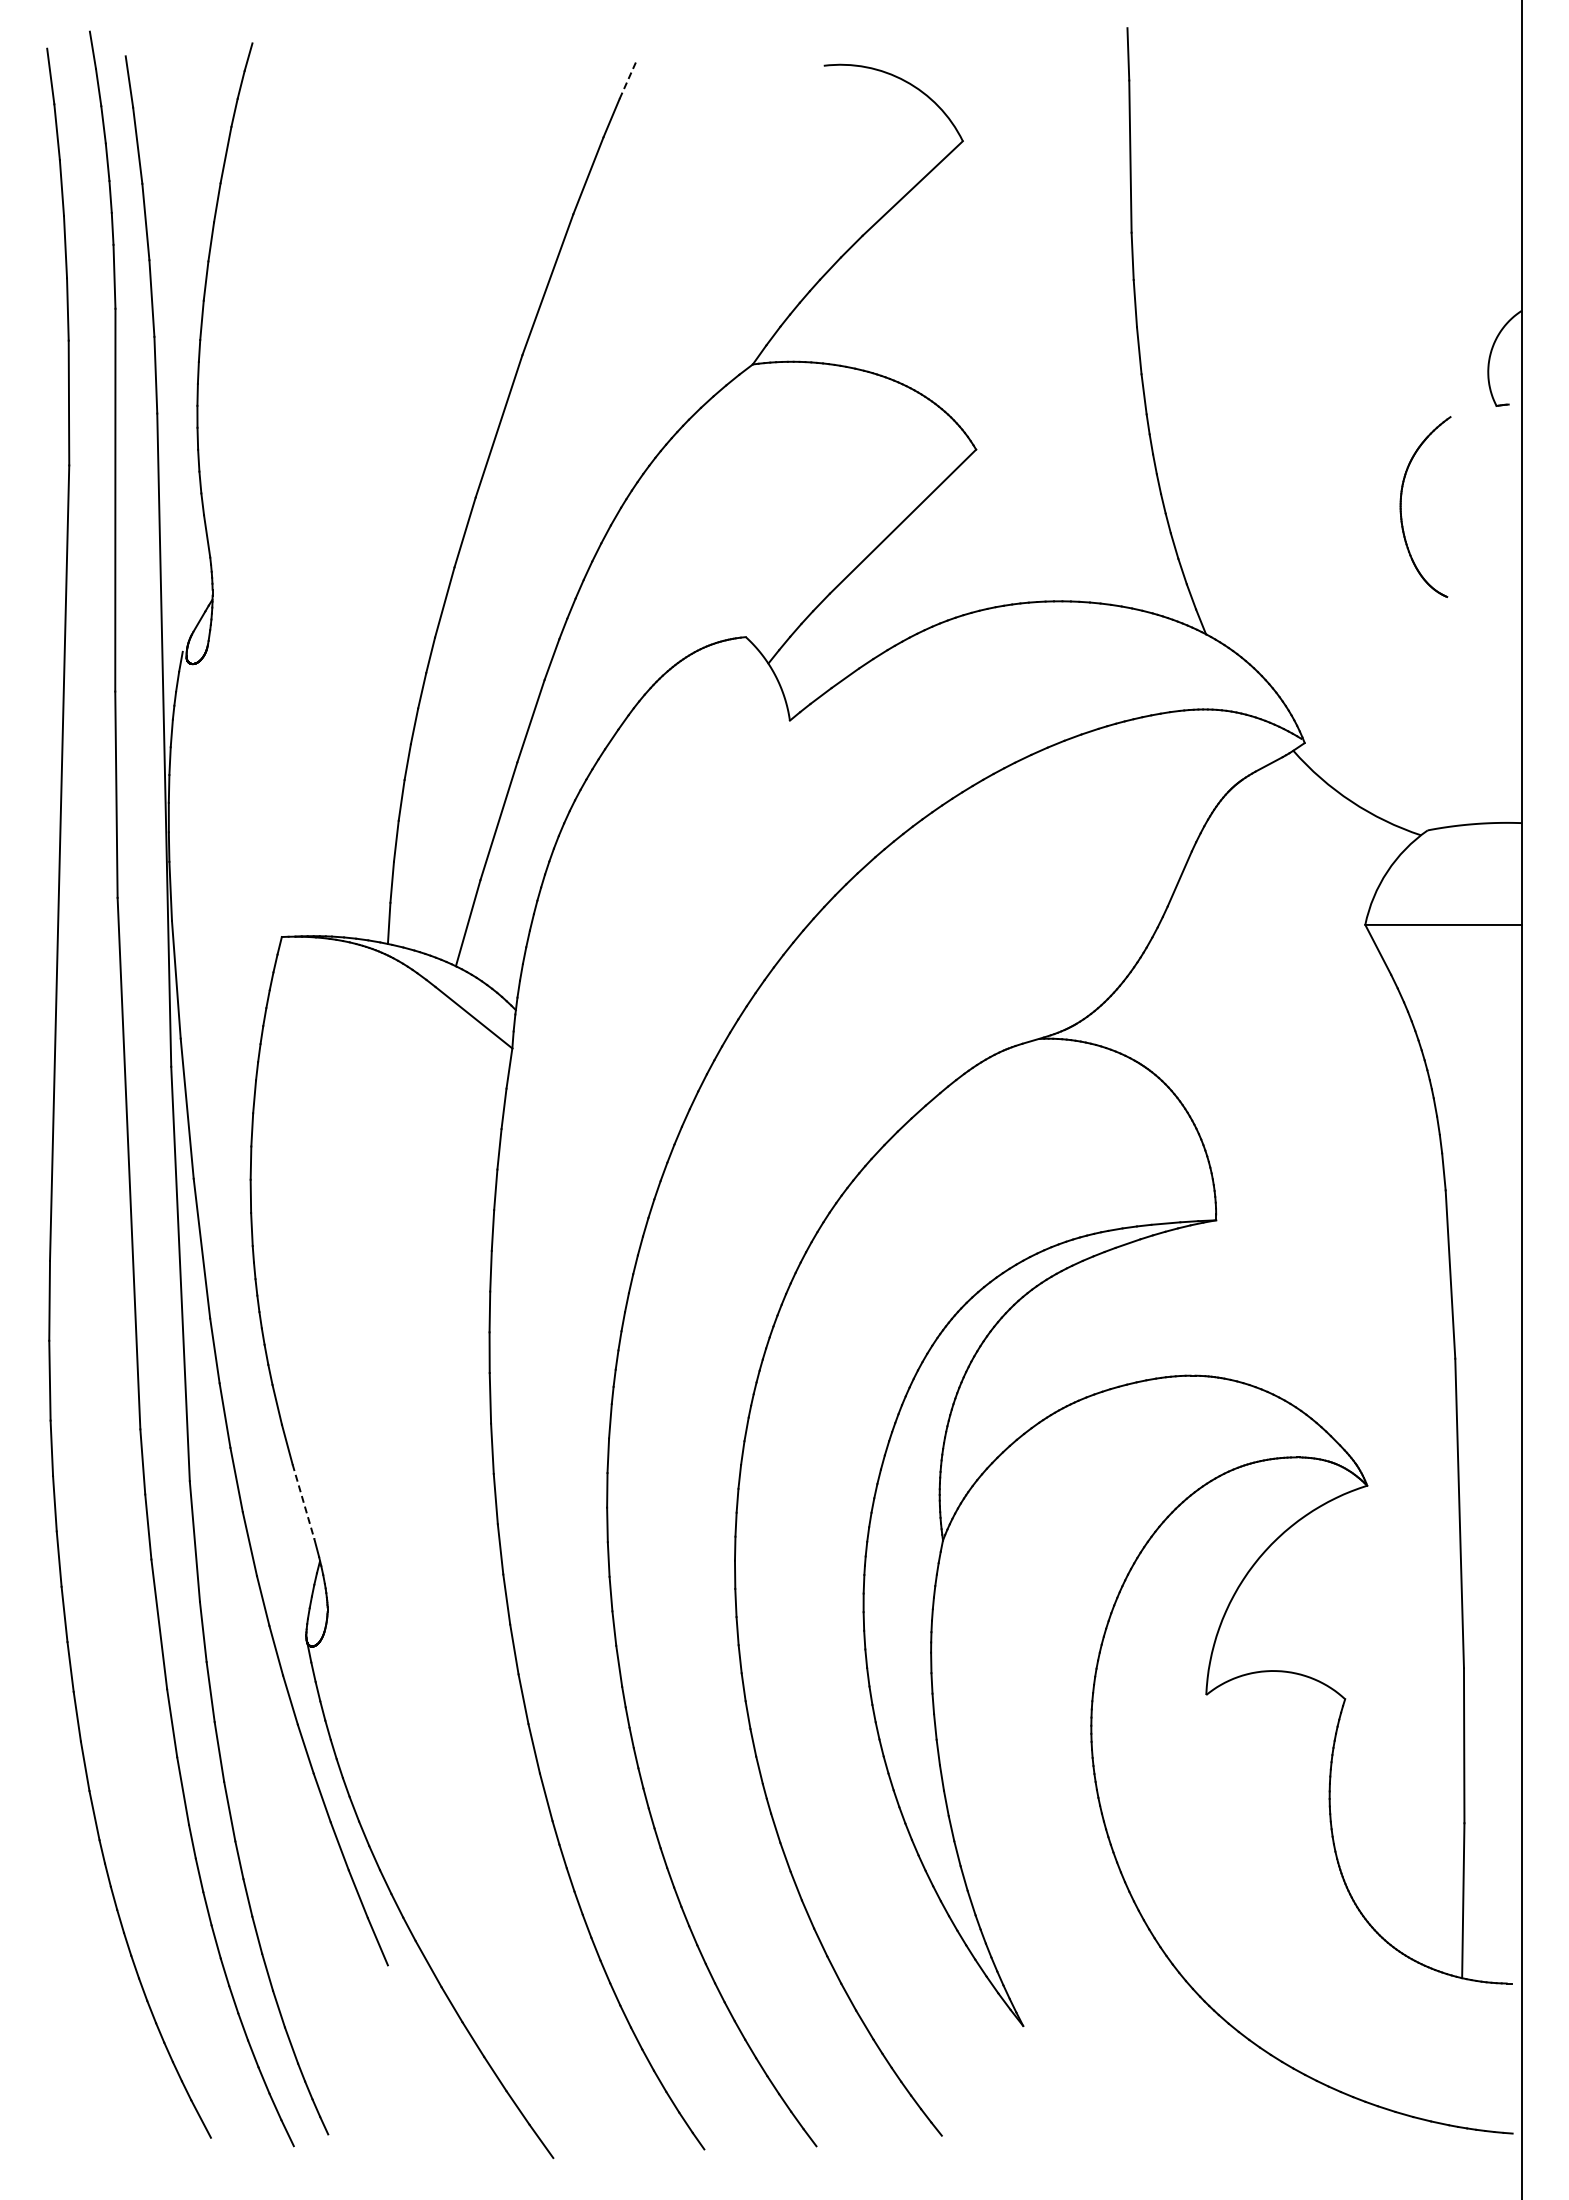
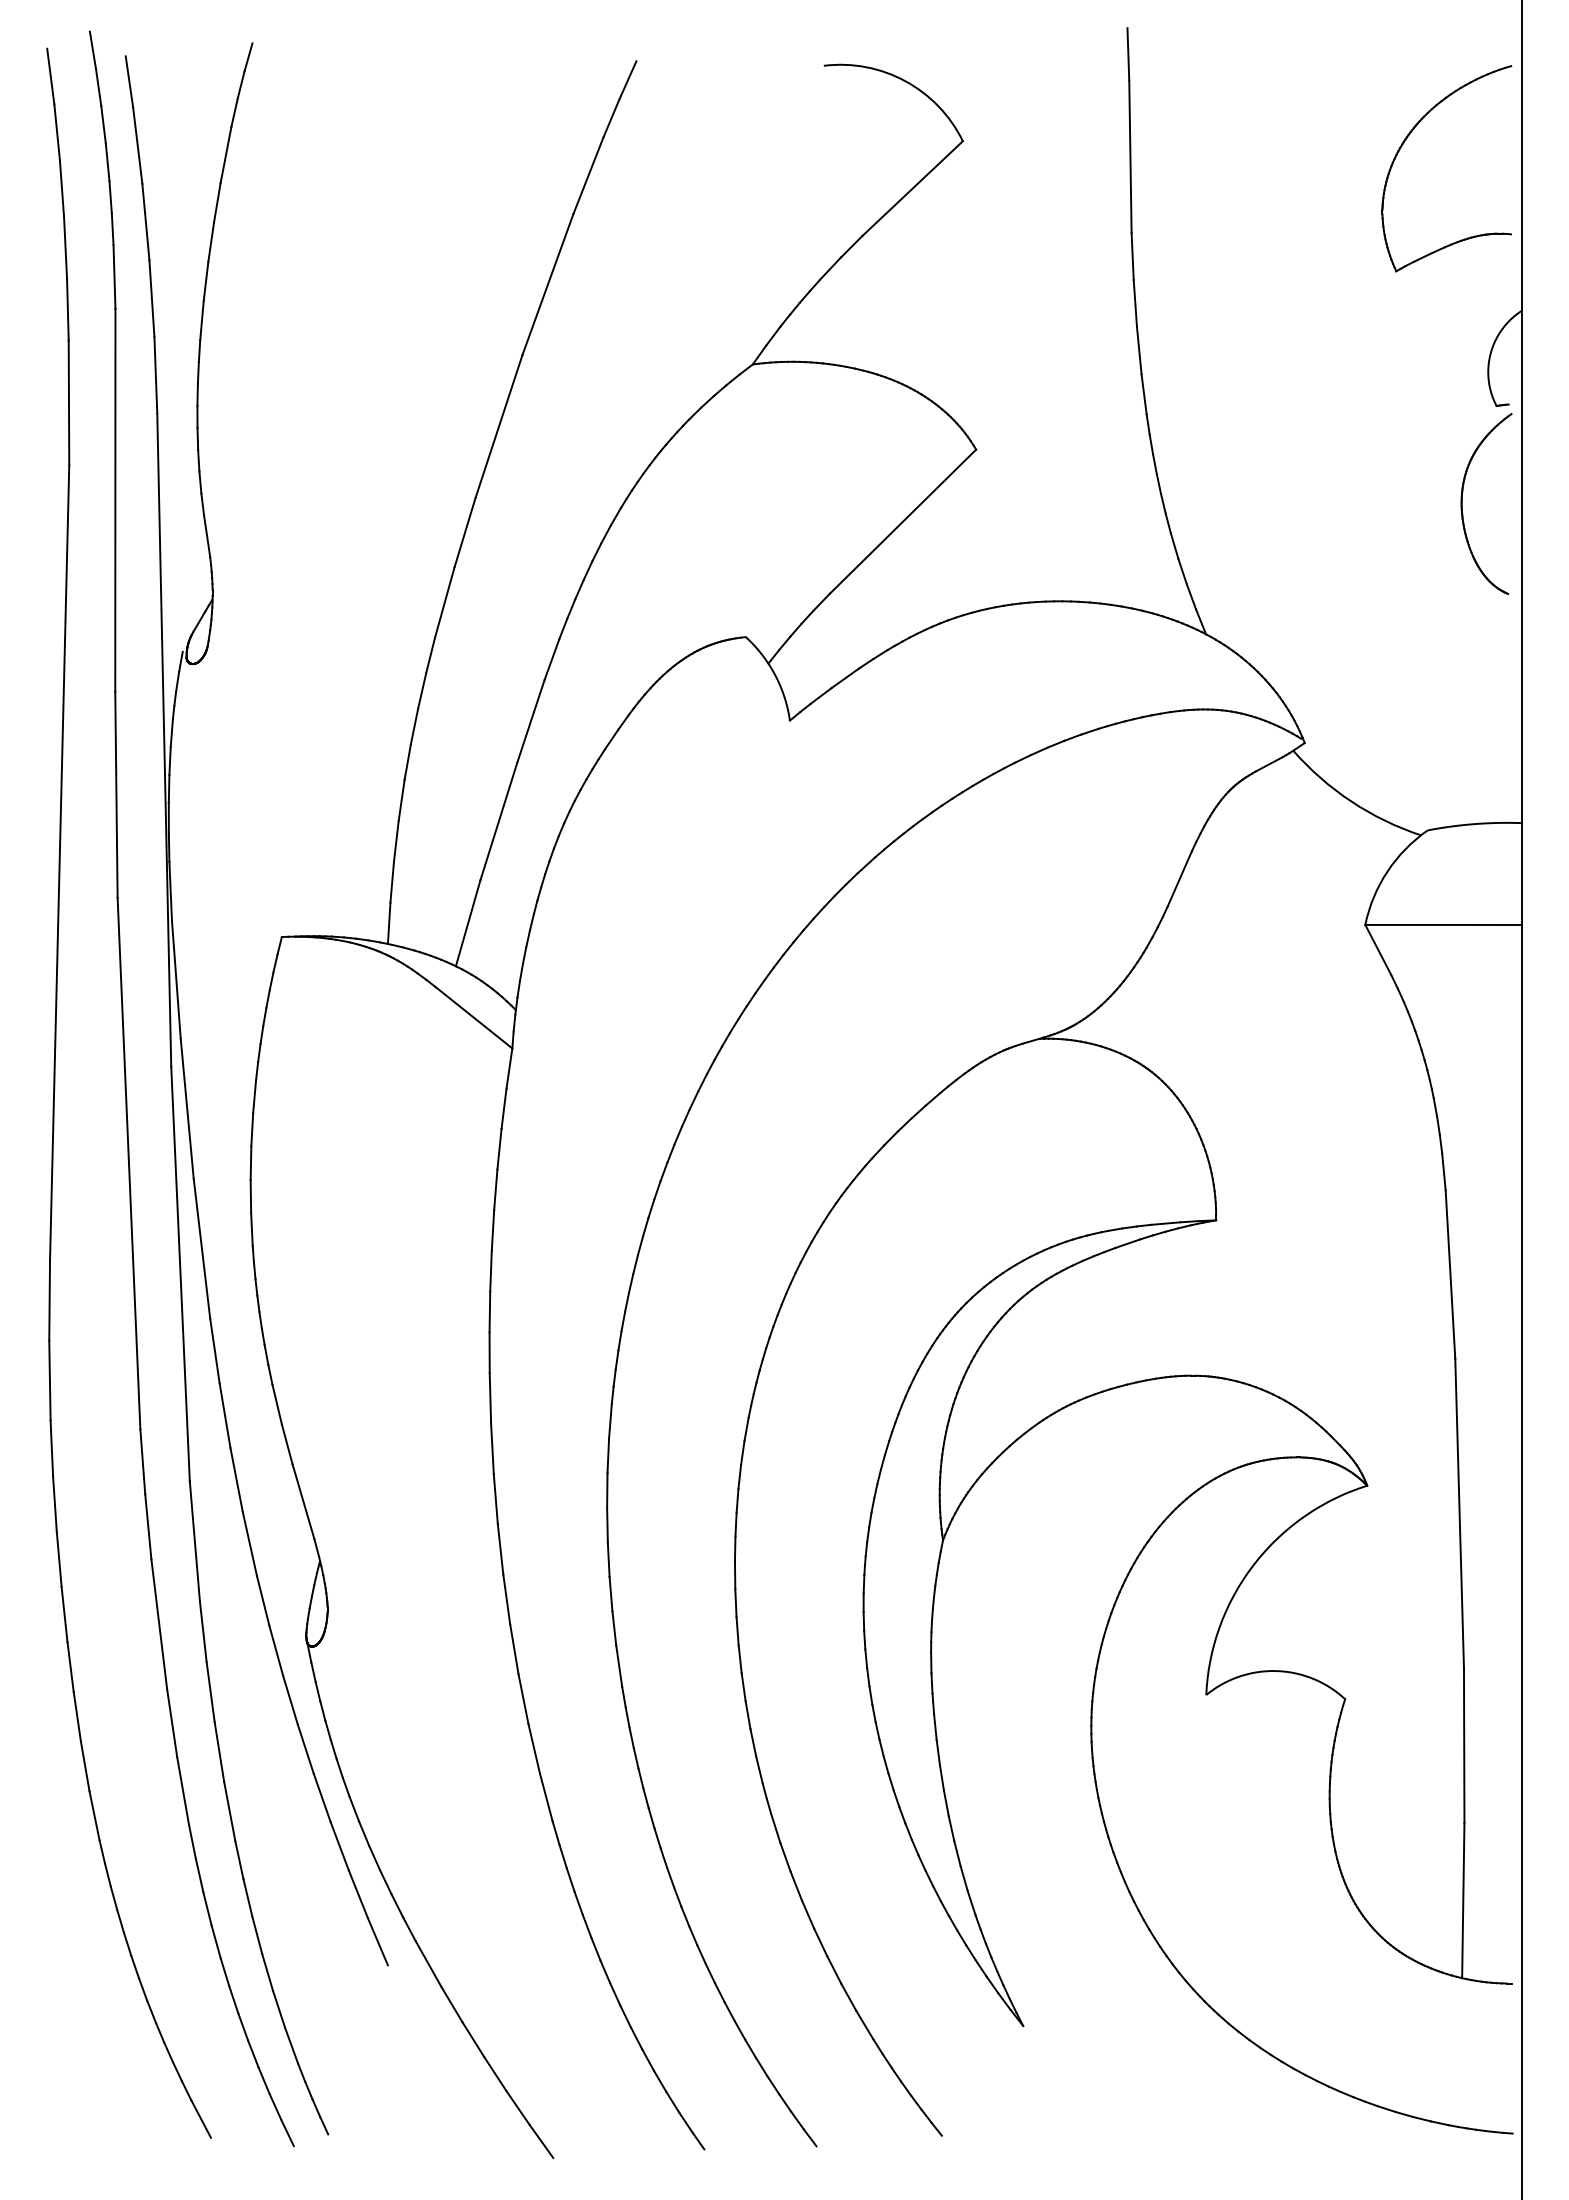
line at (628, 80): dashed -> solid
part at (1404, 143): none -> present
part at (1401, 506) position: (1401, 506) -> (1462, 503)
line at (303, 1501): dashed -> solid
